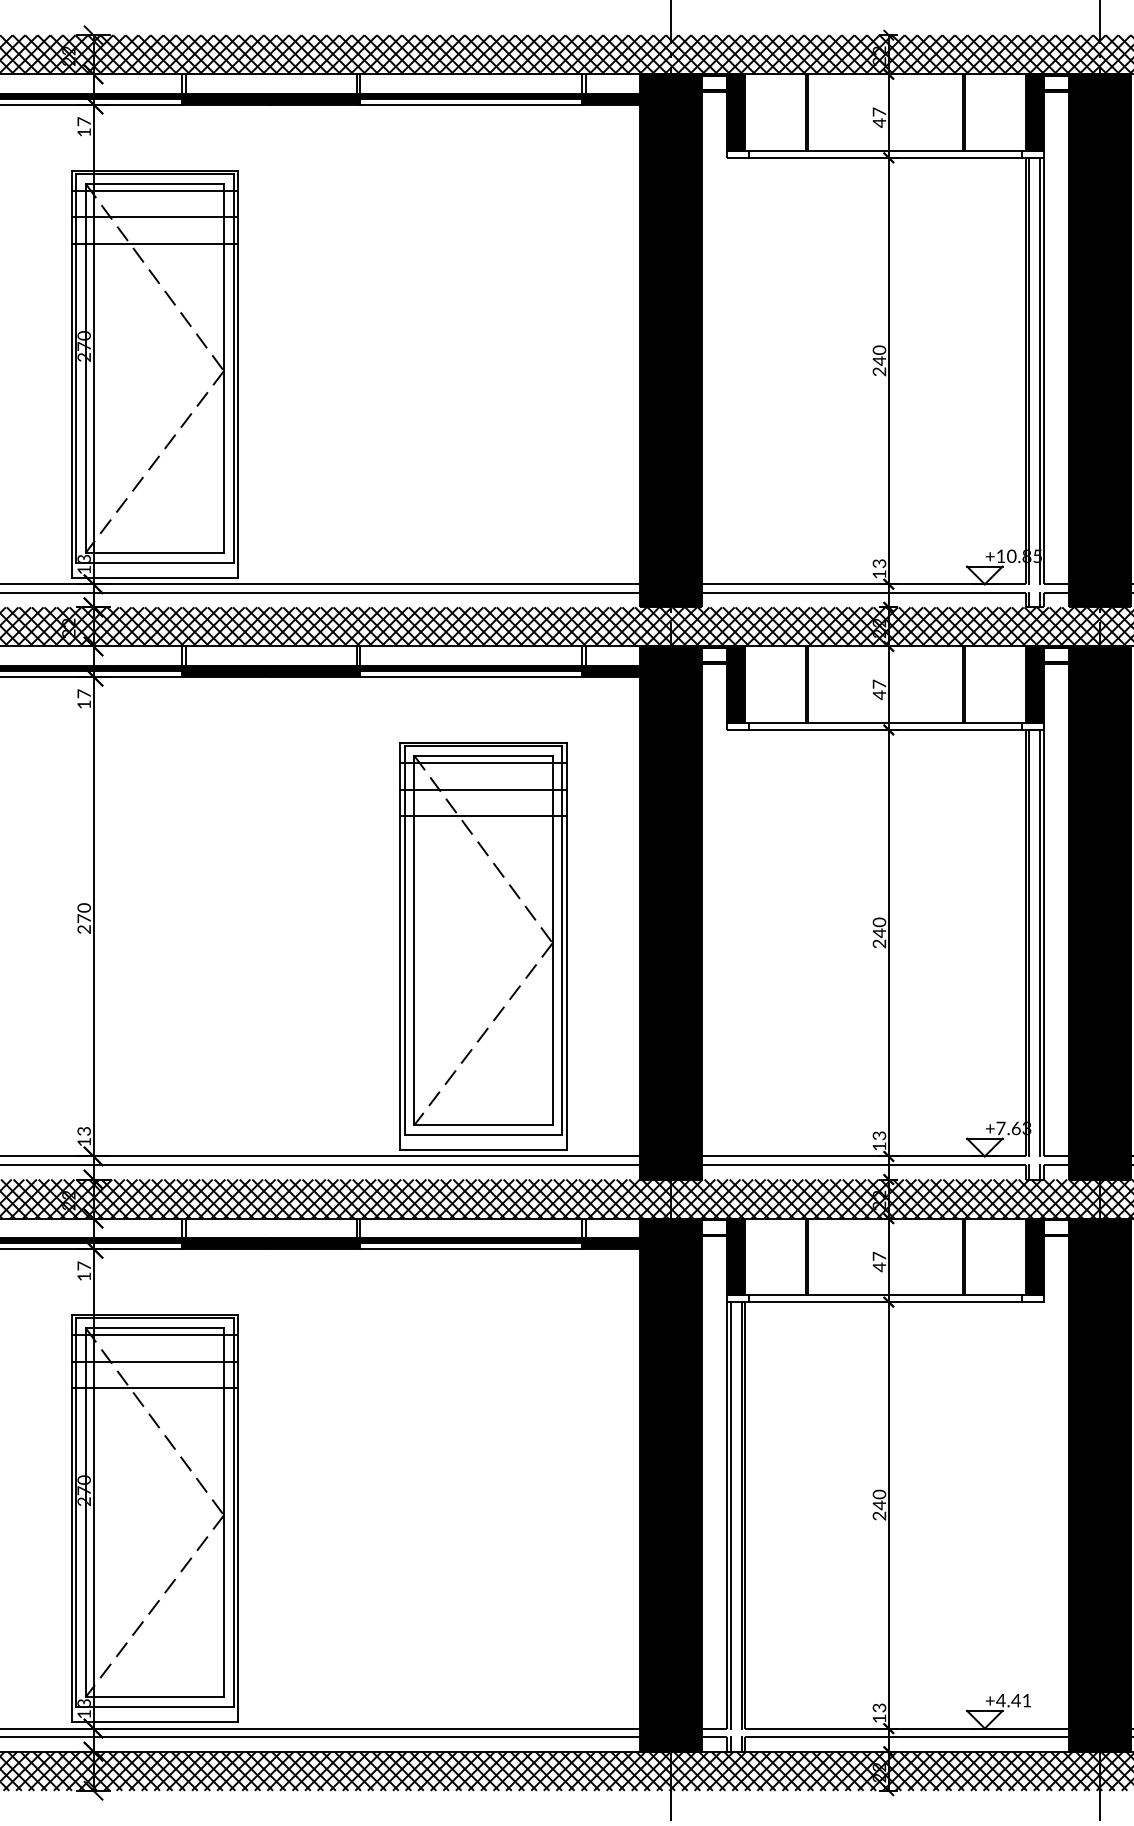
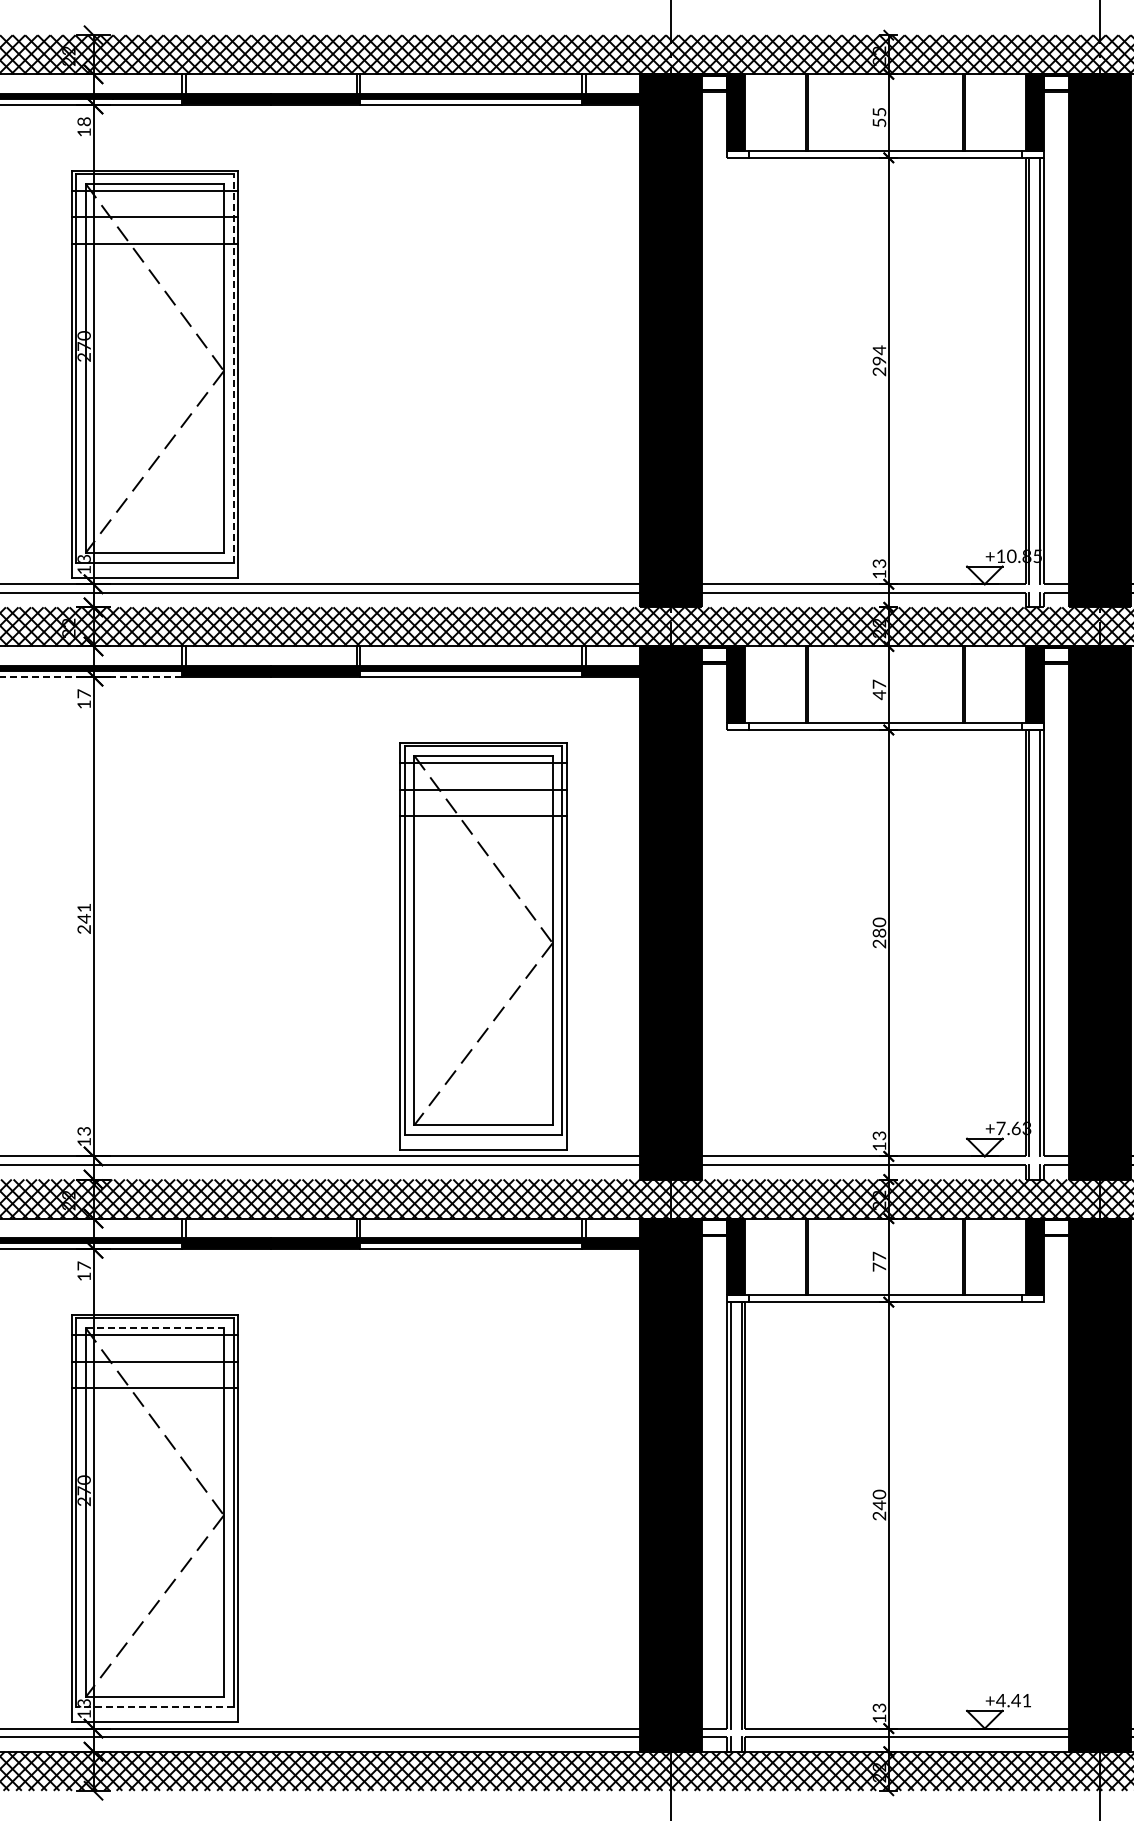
text at (879, 117): 47 -> 55
text at (83, 121): 17 -> 18
text at (879, 355): 240 -> 294
line at (233, 367): solid -> dashed
line at (90, 676): solid -> dashed
text at (83, 913): 270 -> 241
text at (879, 933): 240 -> 280
text at (879, 1267): 47 -> 77
line at (155, 1328): solid -> dashed
line at (154, 1706): solid -> dashed
